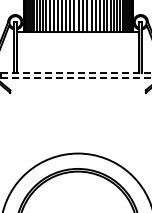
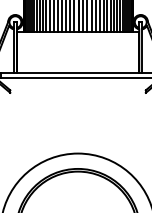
line at (76, 72): dashed -> solid
line at (76, 78): dashed -> solid
